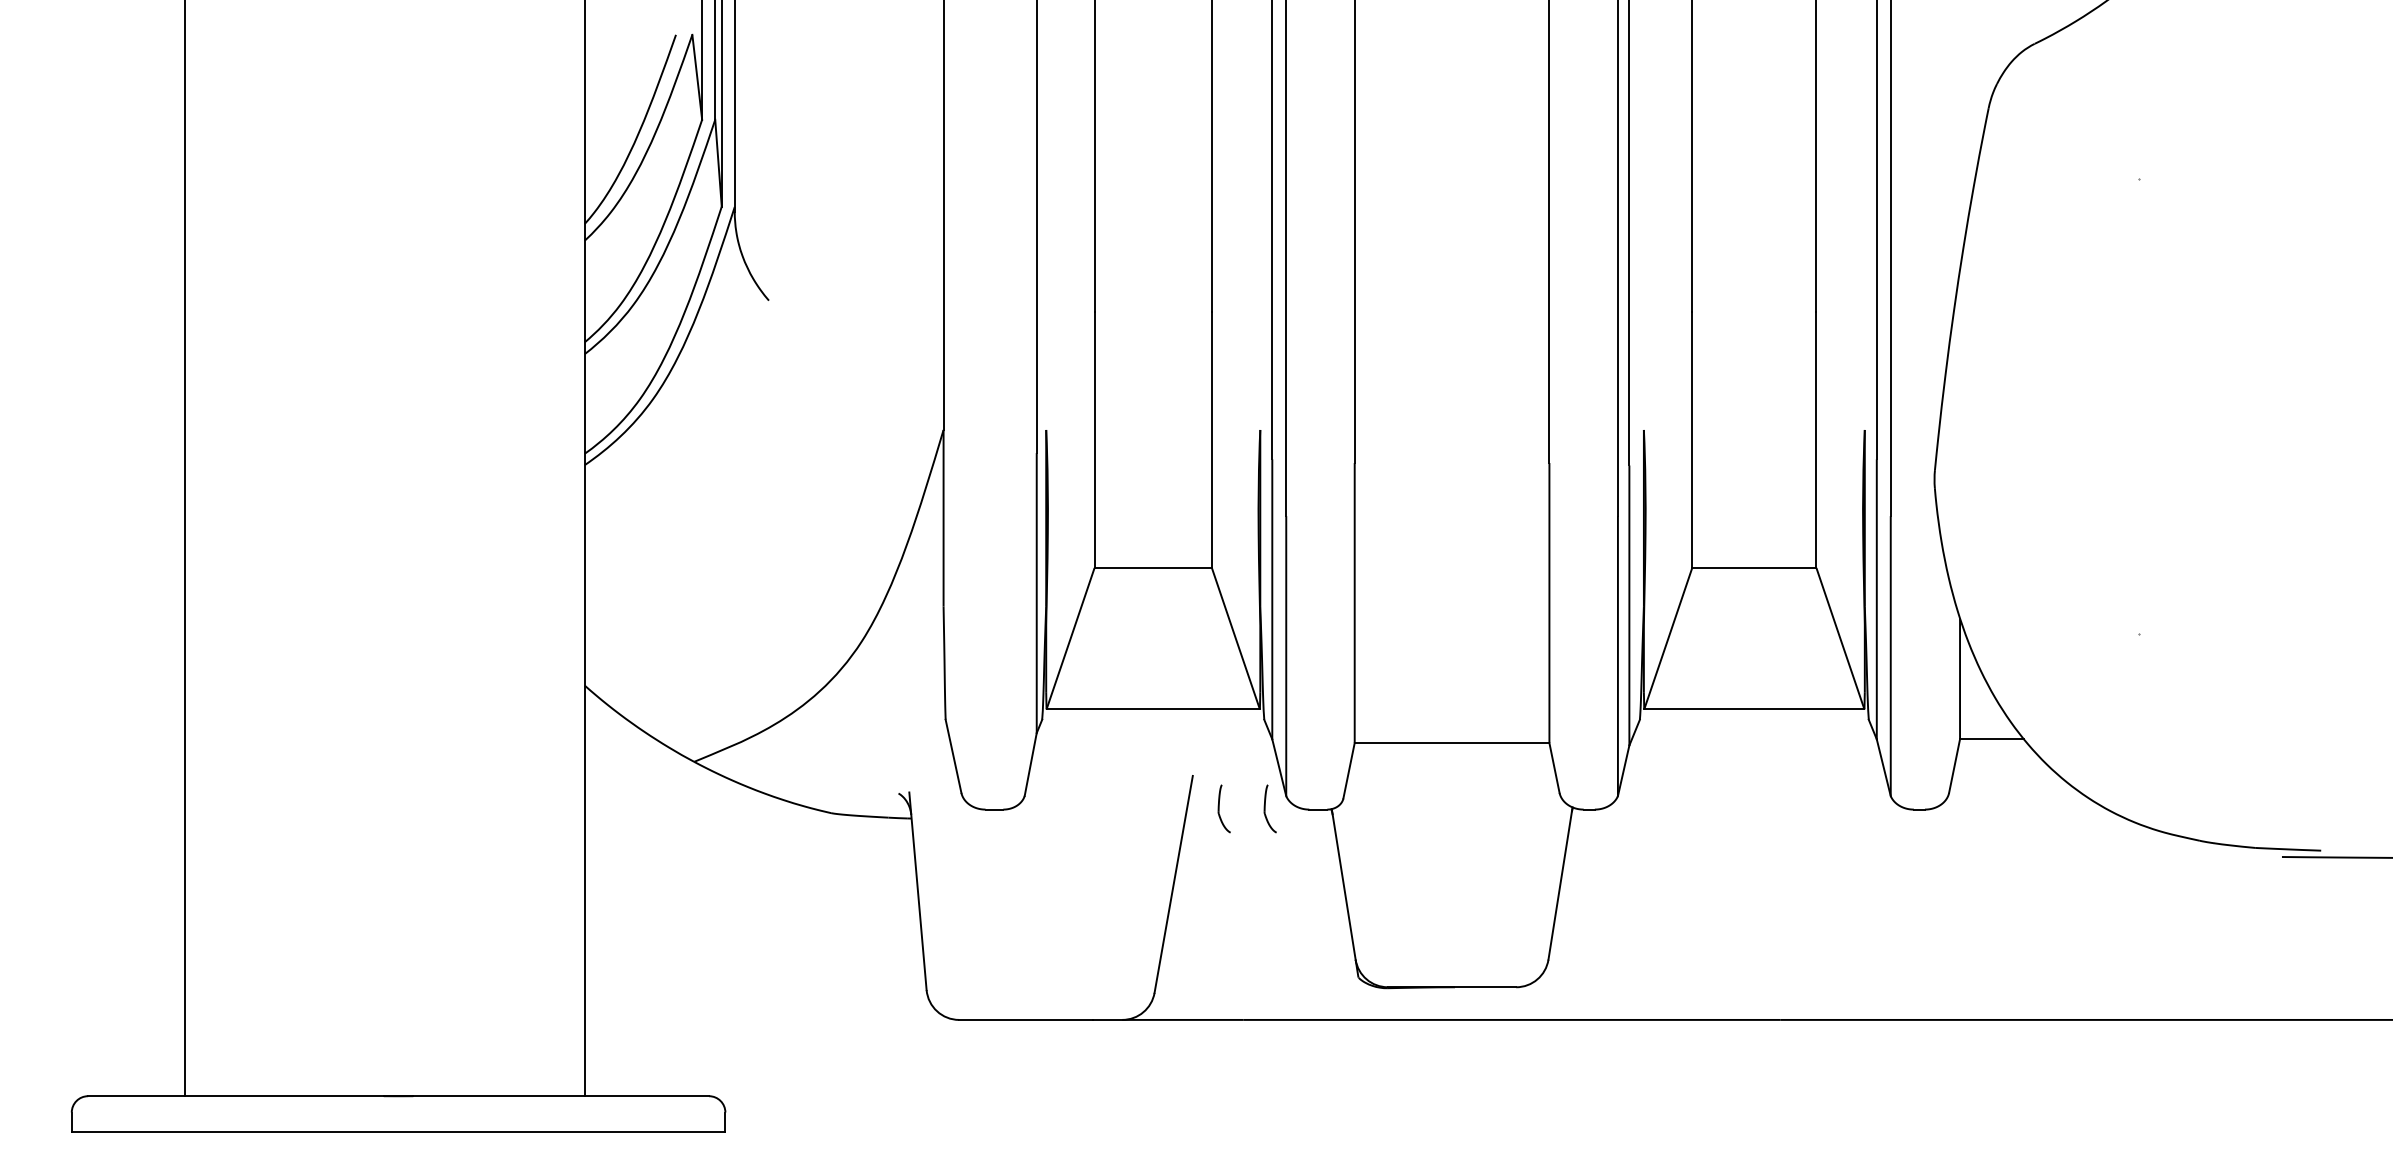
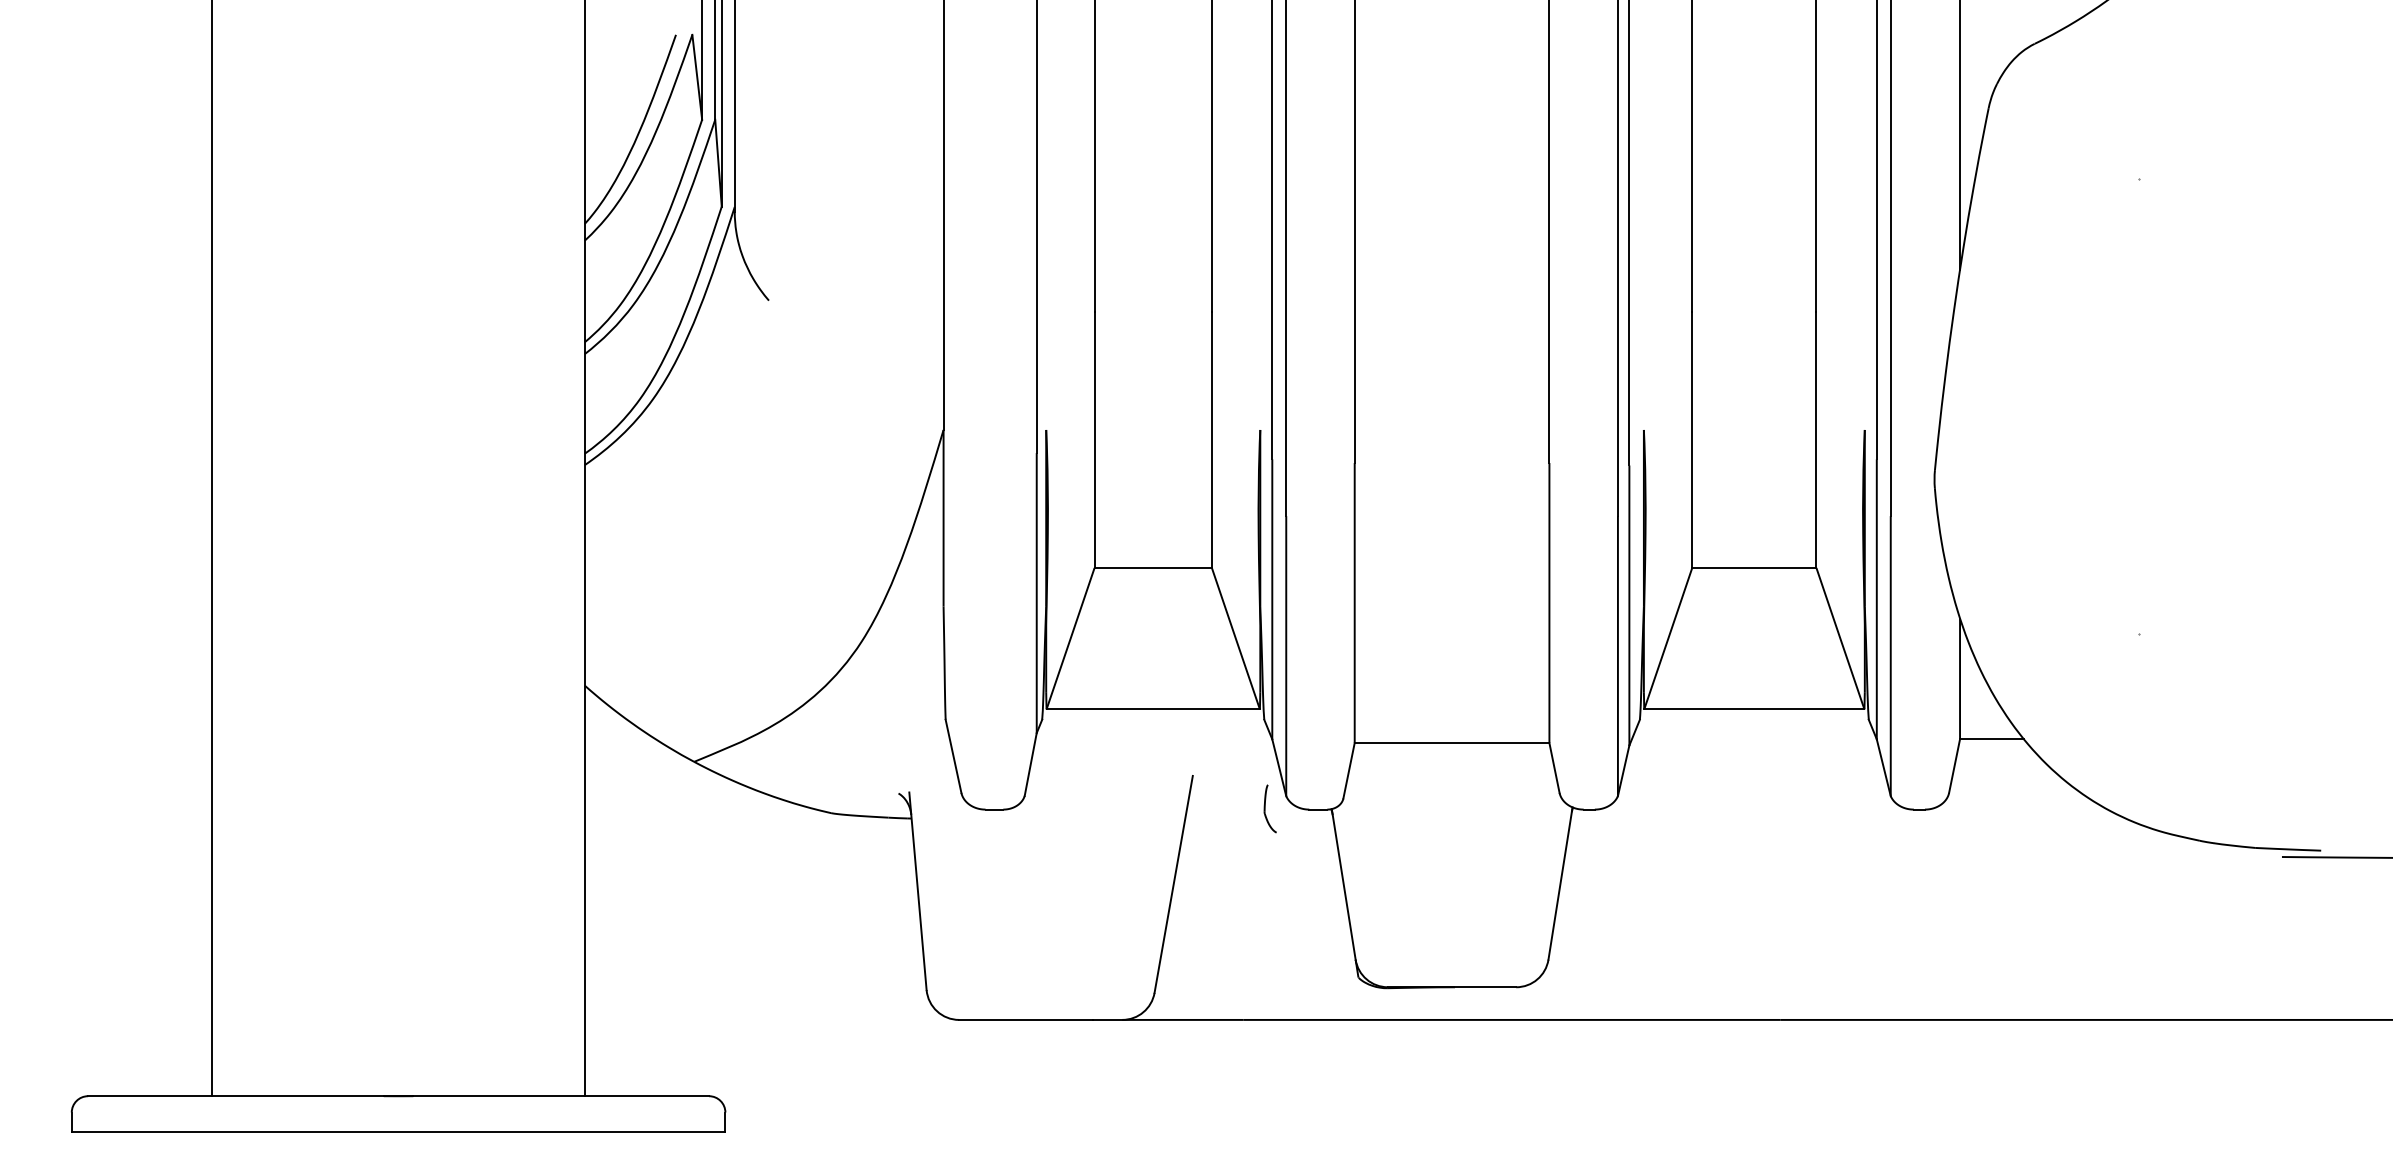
line at (1960, 135): none -> present
line at (185, 549) position: (185, 549) -> (212, 549)
part at (1223, 808): present -> none
